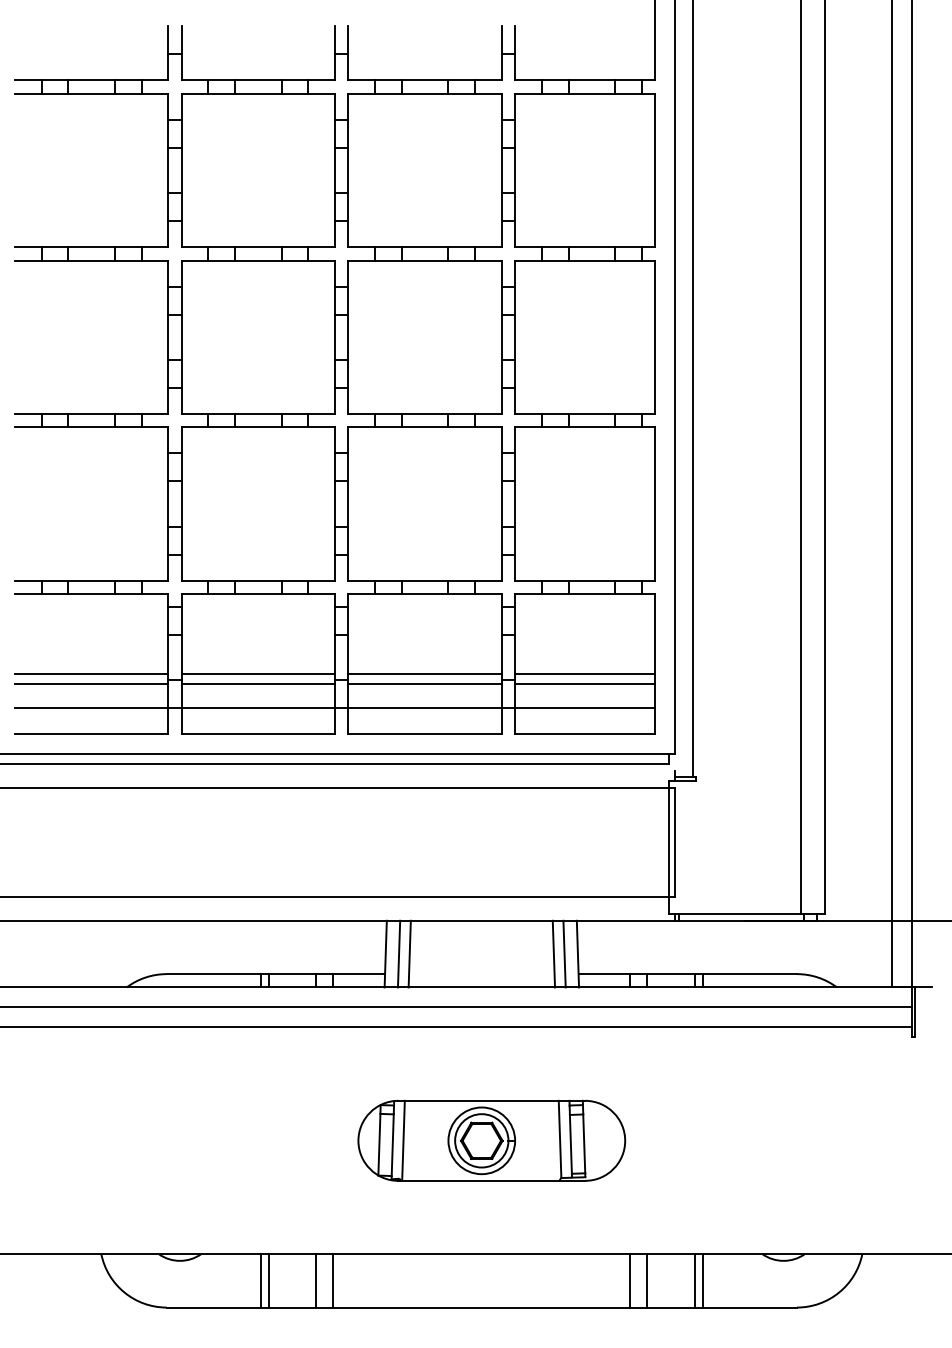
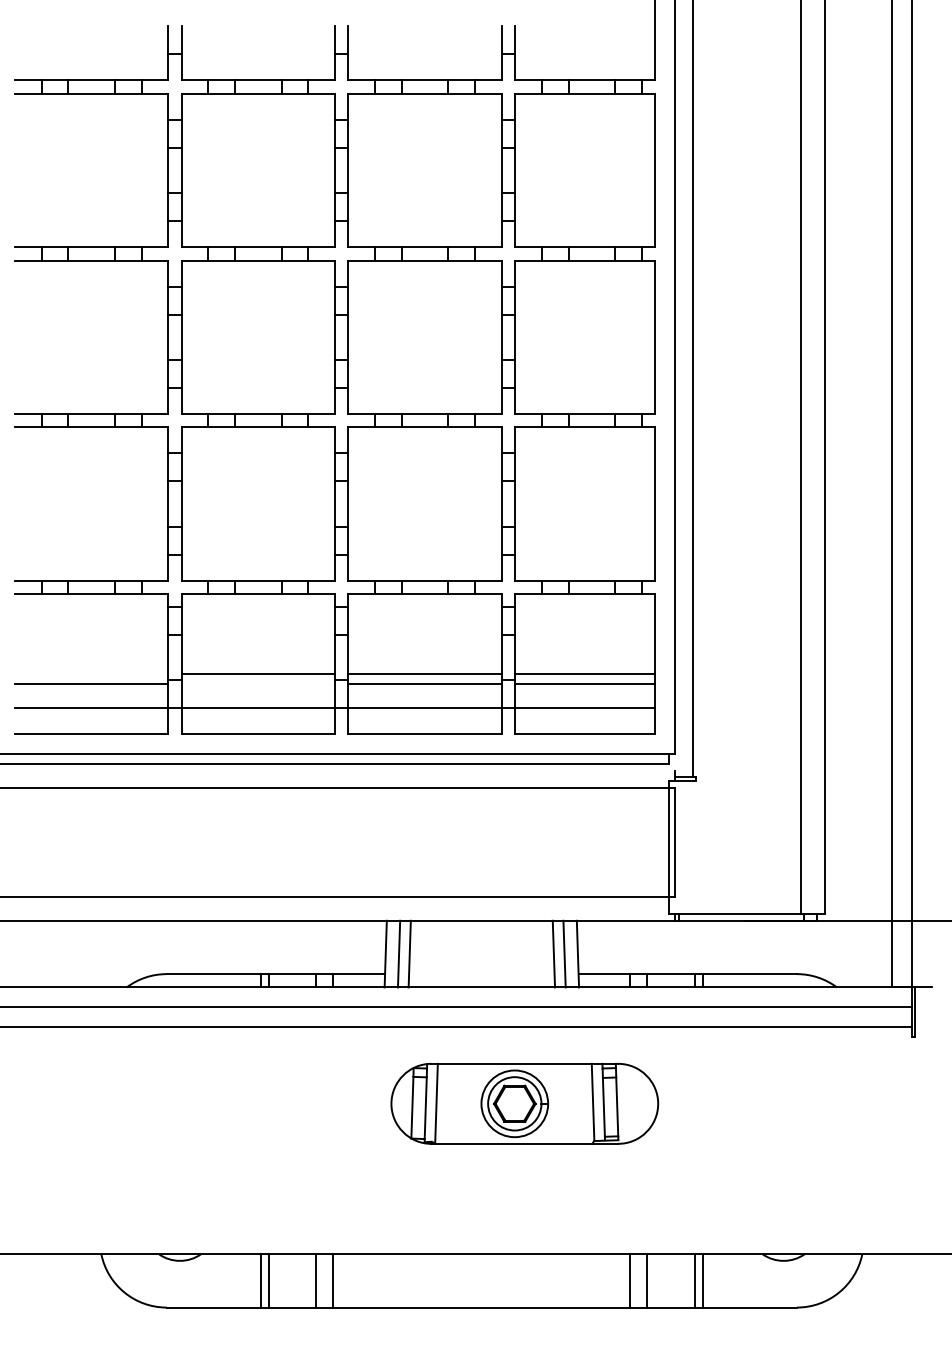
line at (91, 673): present -> none
line at (258, 684): present -> none
part at (491, 1140) position: (491, 1140) -> (524, 1103)
